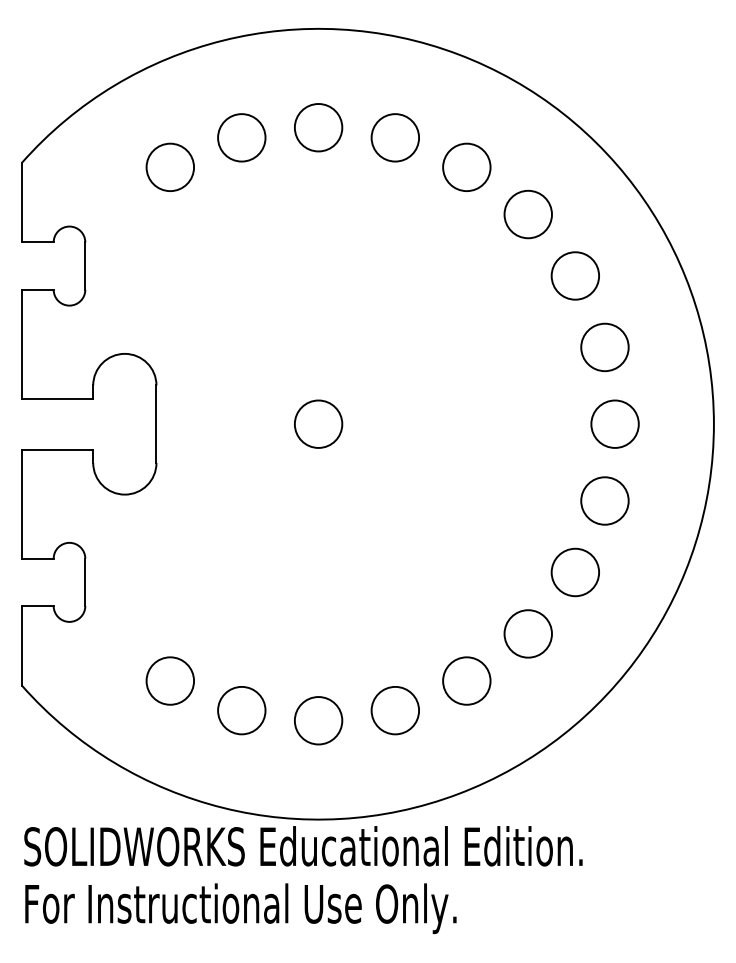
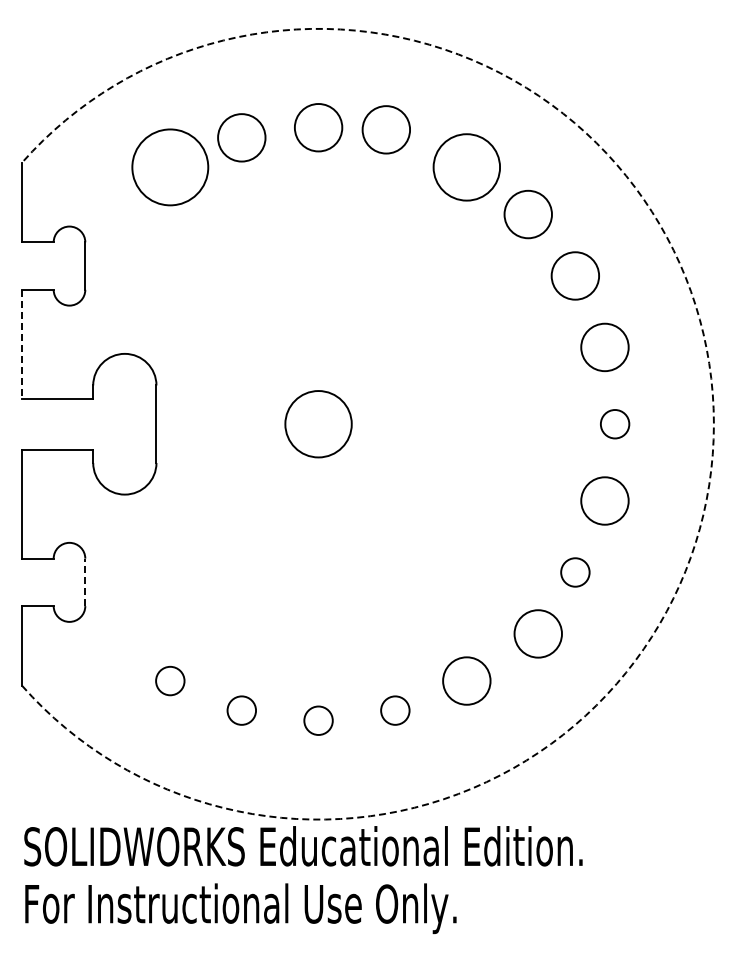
circle at (394, 137) position: (394, 137) -> (385, 129)
circle at (170, 167) diameter: 47 px -> 76 px
circle at (466, 167) diameter: 47 px -> 66 px
line at (22, 344): solid -> dashed
circle at (318, 423) diameter: 47 px -> 66 px
circle at (614, 423) diameter: 47 px -> 28 px
arc at (713, 424): solid -> dashed
circle at (575, 572) diameter: 47 px -> 28 px
line at (85, 582): solid -> dashed
circle at (527, 633) position: (527, 633) -> (537, 633)
circle at (170, 680) diameter: 47 px -> 28 px
circle at (241, 710) diameter: 47 px -> 28 px
circle at (395, 710) diameter: 47 px -> 28 px
circle at (318, 720) diameter: 47 px -> 28 px
